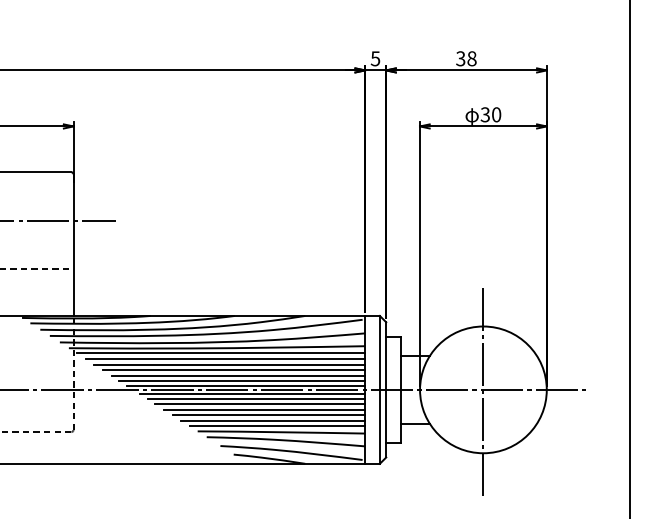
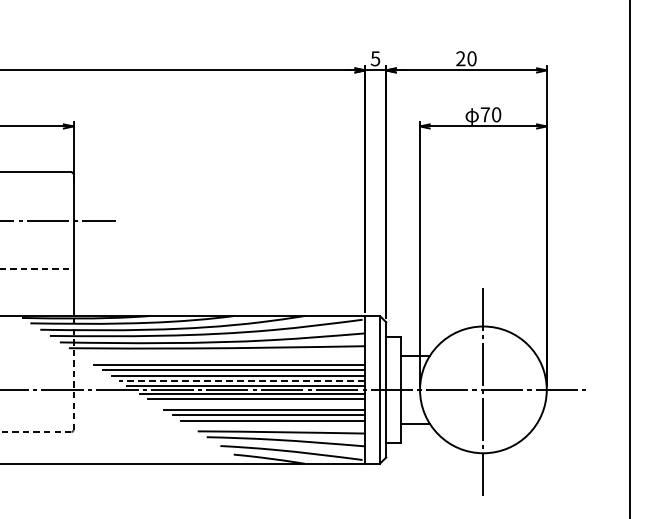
text at (466, 58): 38 -> 20
text at (484, 114): 30 -> 70
line at (221, 353): present -> none
line at (225, 359): present -> none
line at (242, 380): solid -> dashed
line at (260, 404): present -> none
line at (277, 426): present -> none
